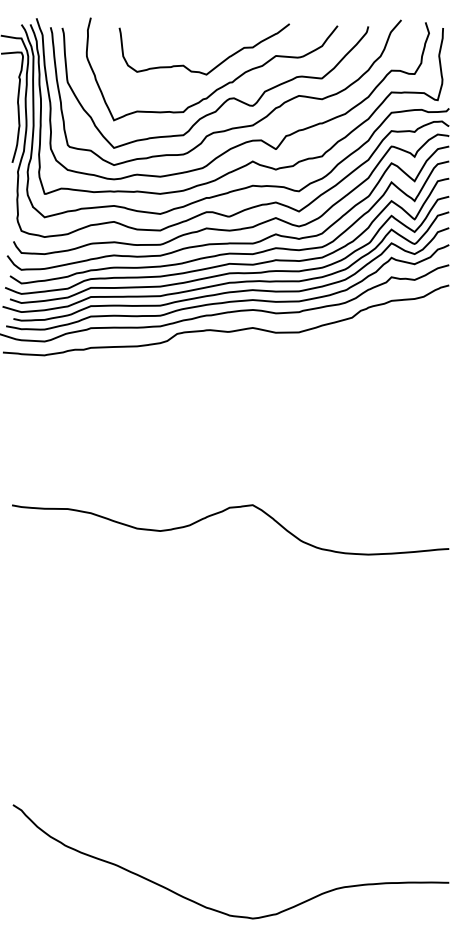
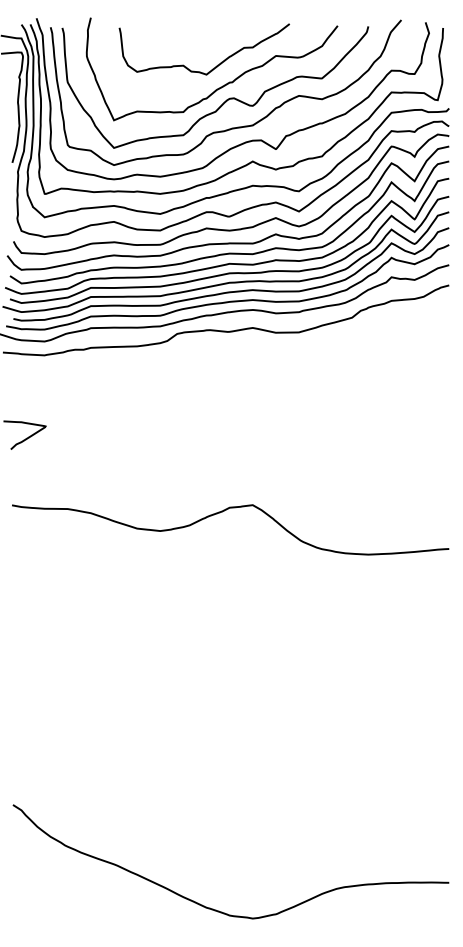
curve at (26, 437): none -> present
